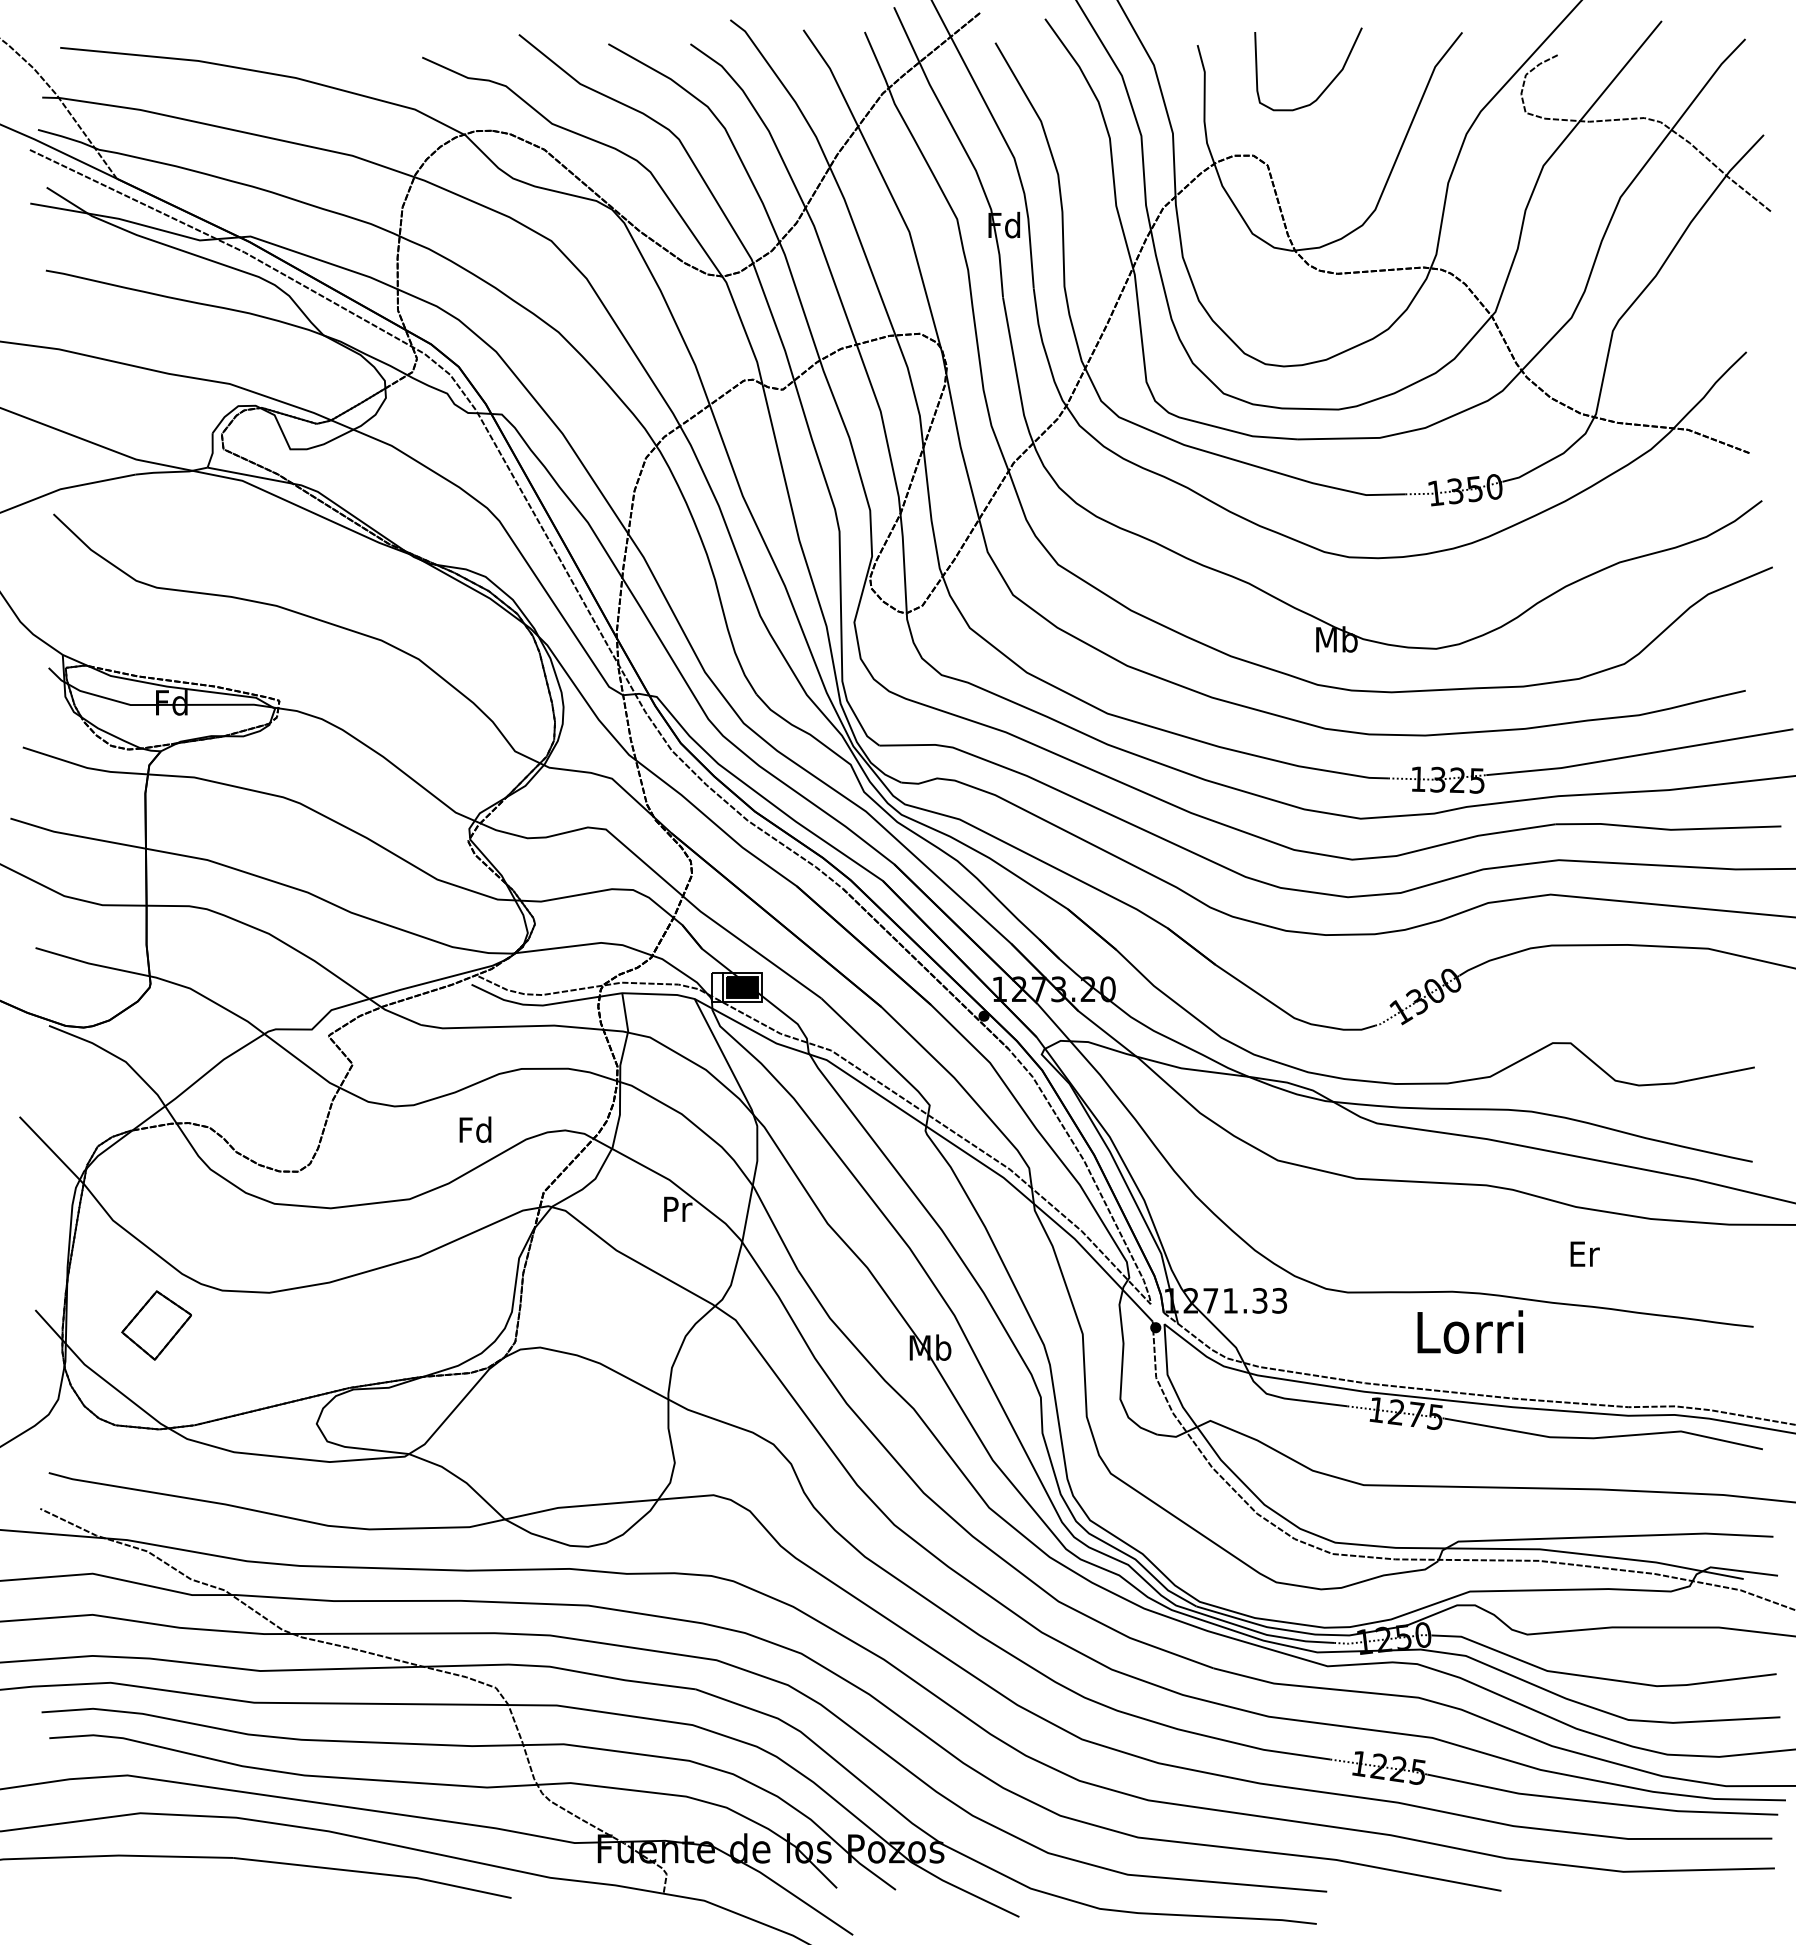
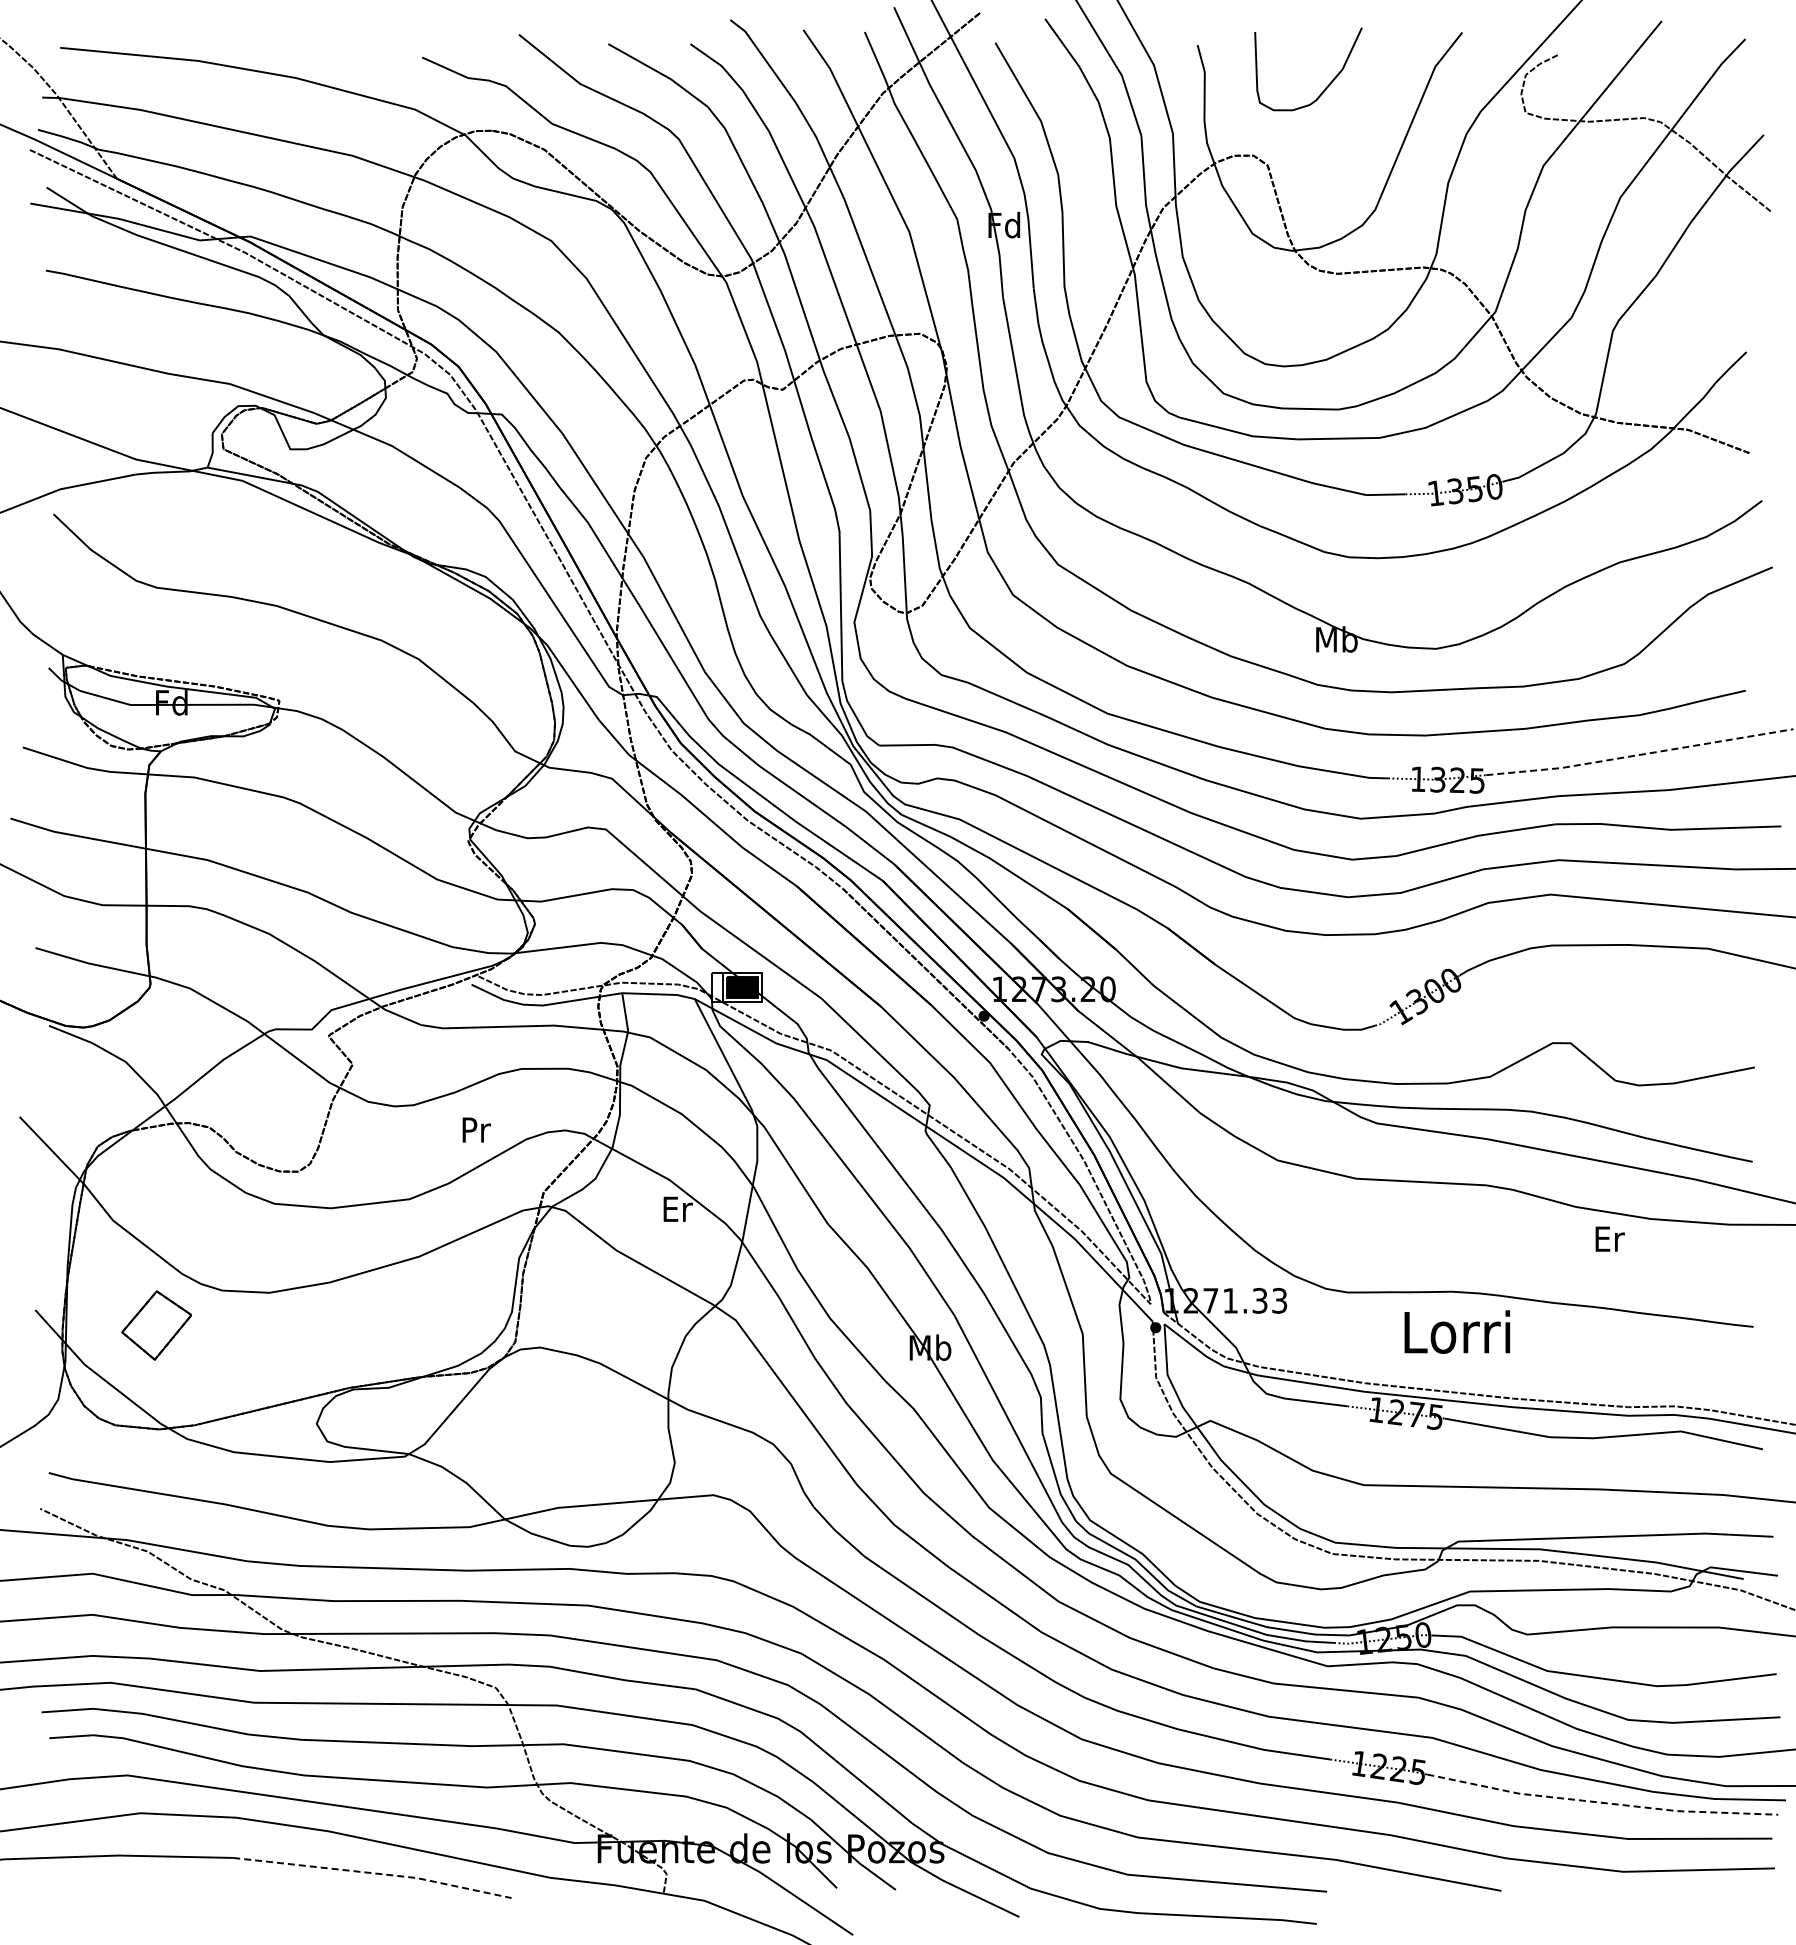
line at (1640, 754): solid -> dashed
text at (475, 1129): Fd -> Pr
text at (677, 1208): Pr -> Er
text at (1584, 1253) position: (1584, 1253) -> (1609, 1238)
text at (1469, 1331) position: (1469, 1331) -> (1456, 1331)
line at (1602, 1802): solid -> dashed
line at (374, 1873): solid -> dashed
